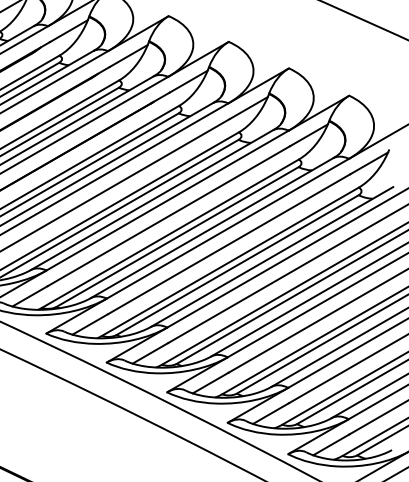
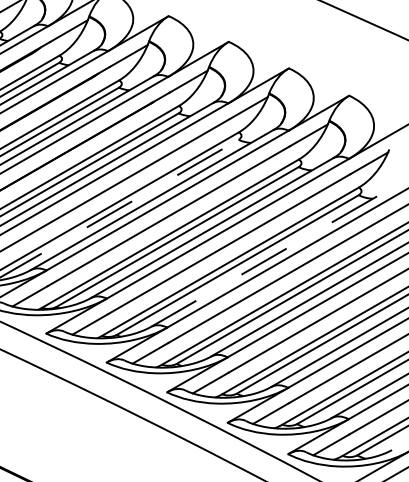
line at (119, 208): solid -> dashed
line at (272, 256): solid -> dashed
